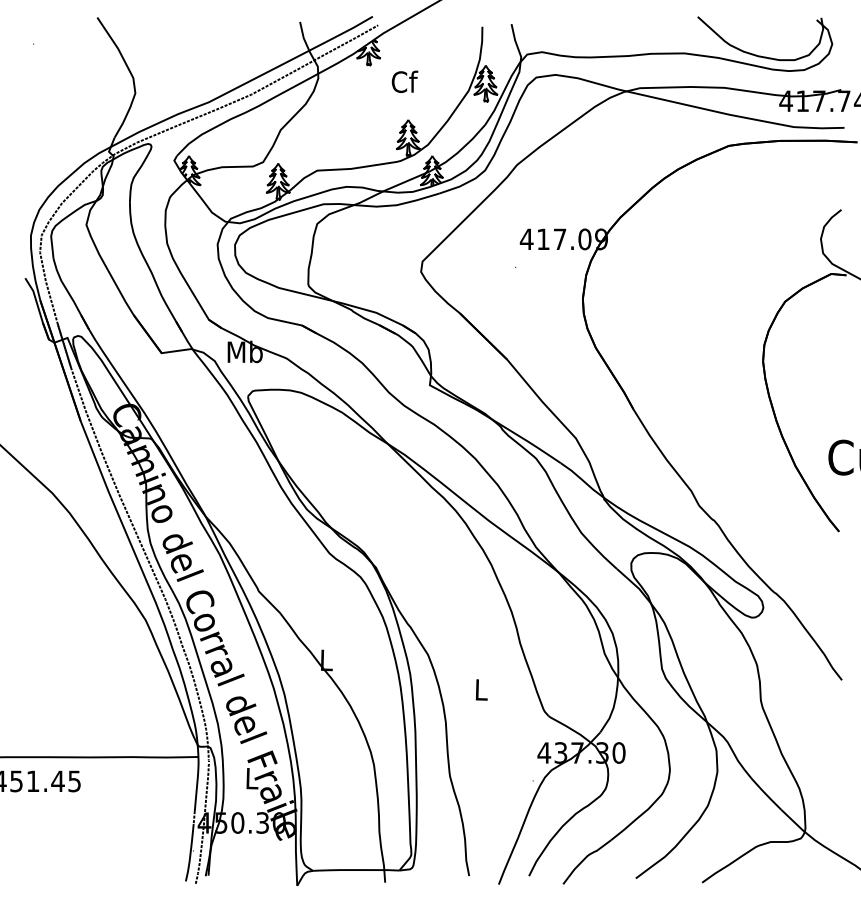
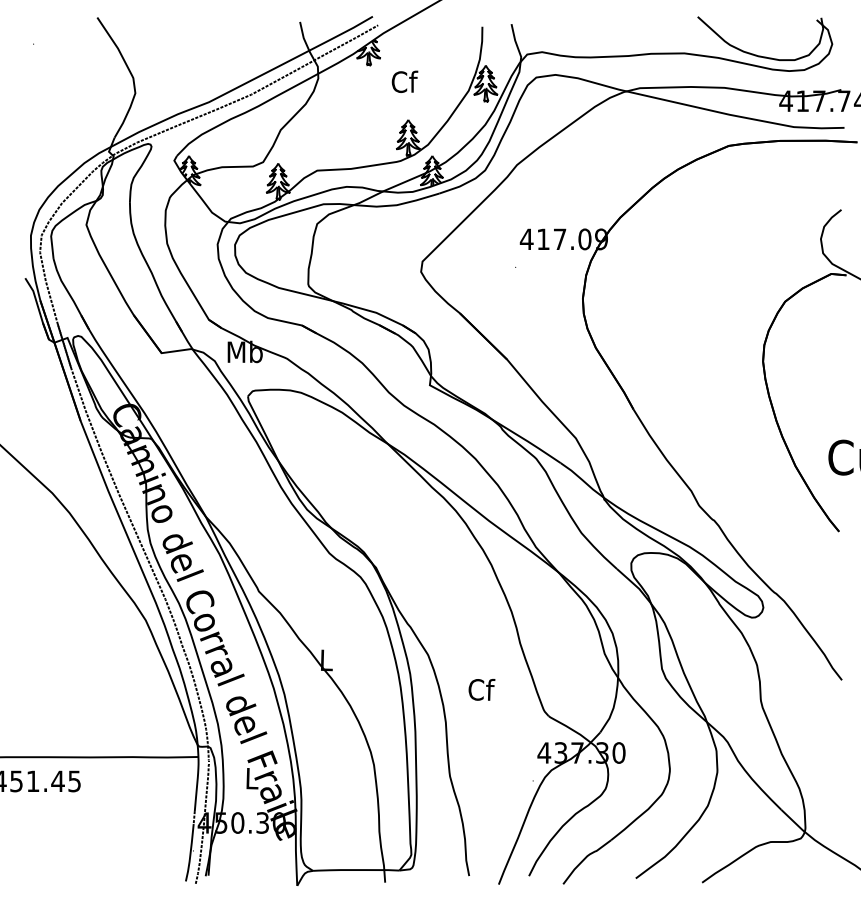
text at (481, 689): L -> Cf
